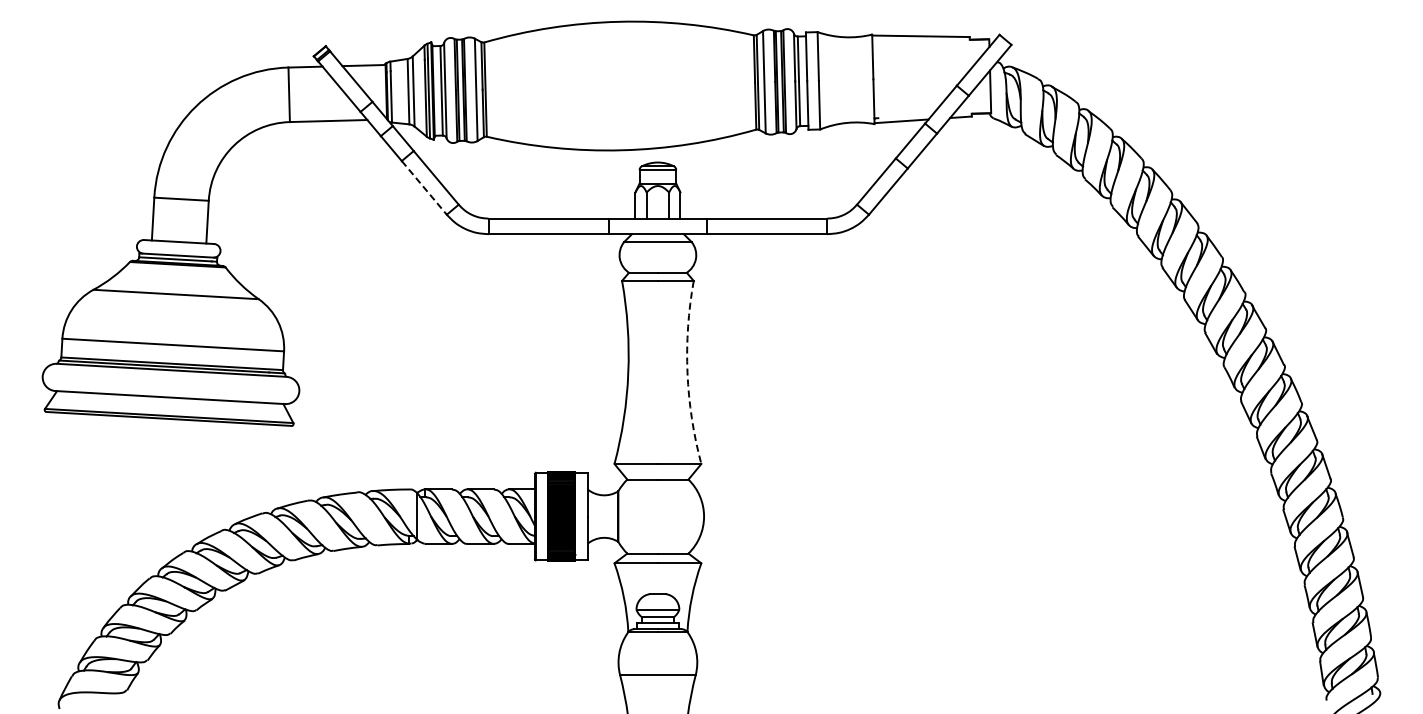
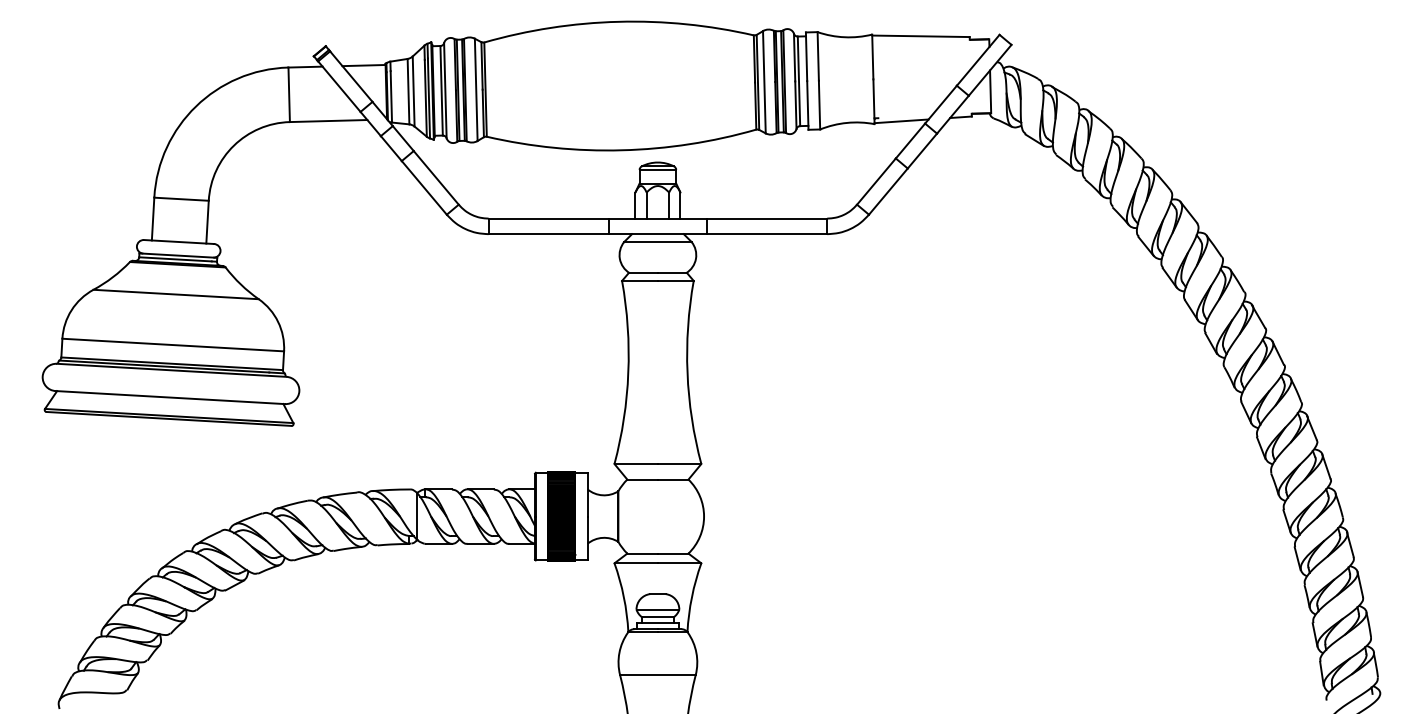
line at (424, 188): dashed -> solid
arc at (687, 372): dashed -> solid
